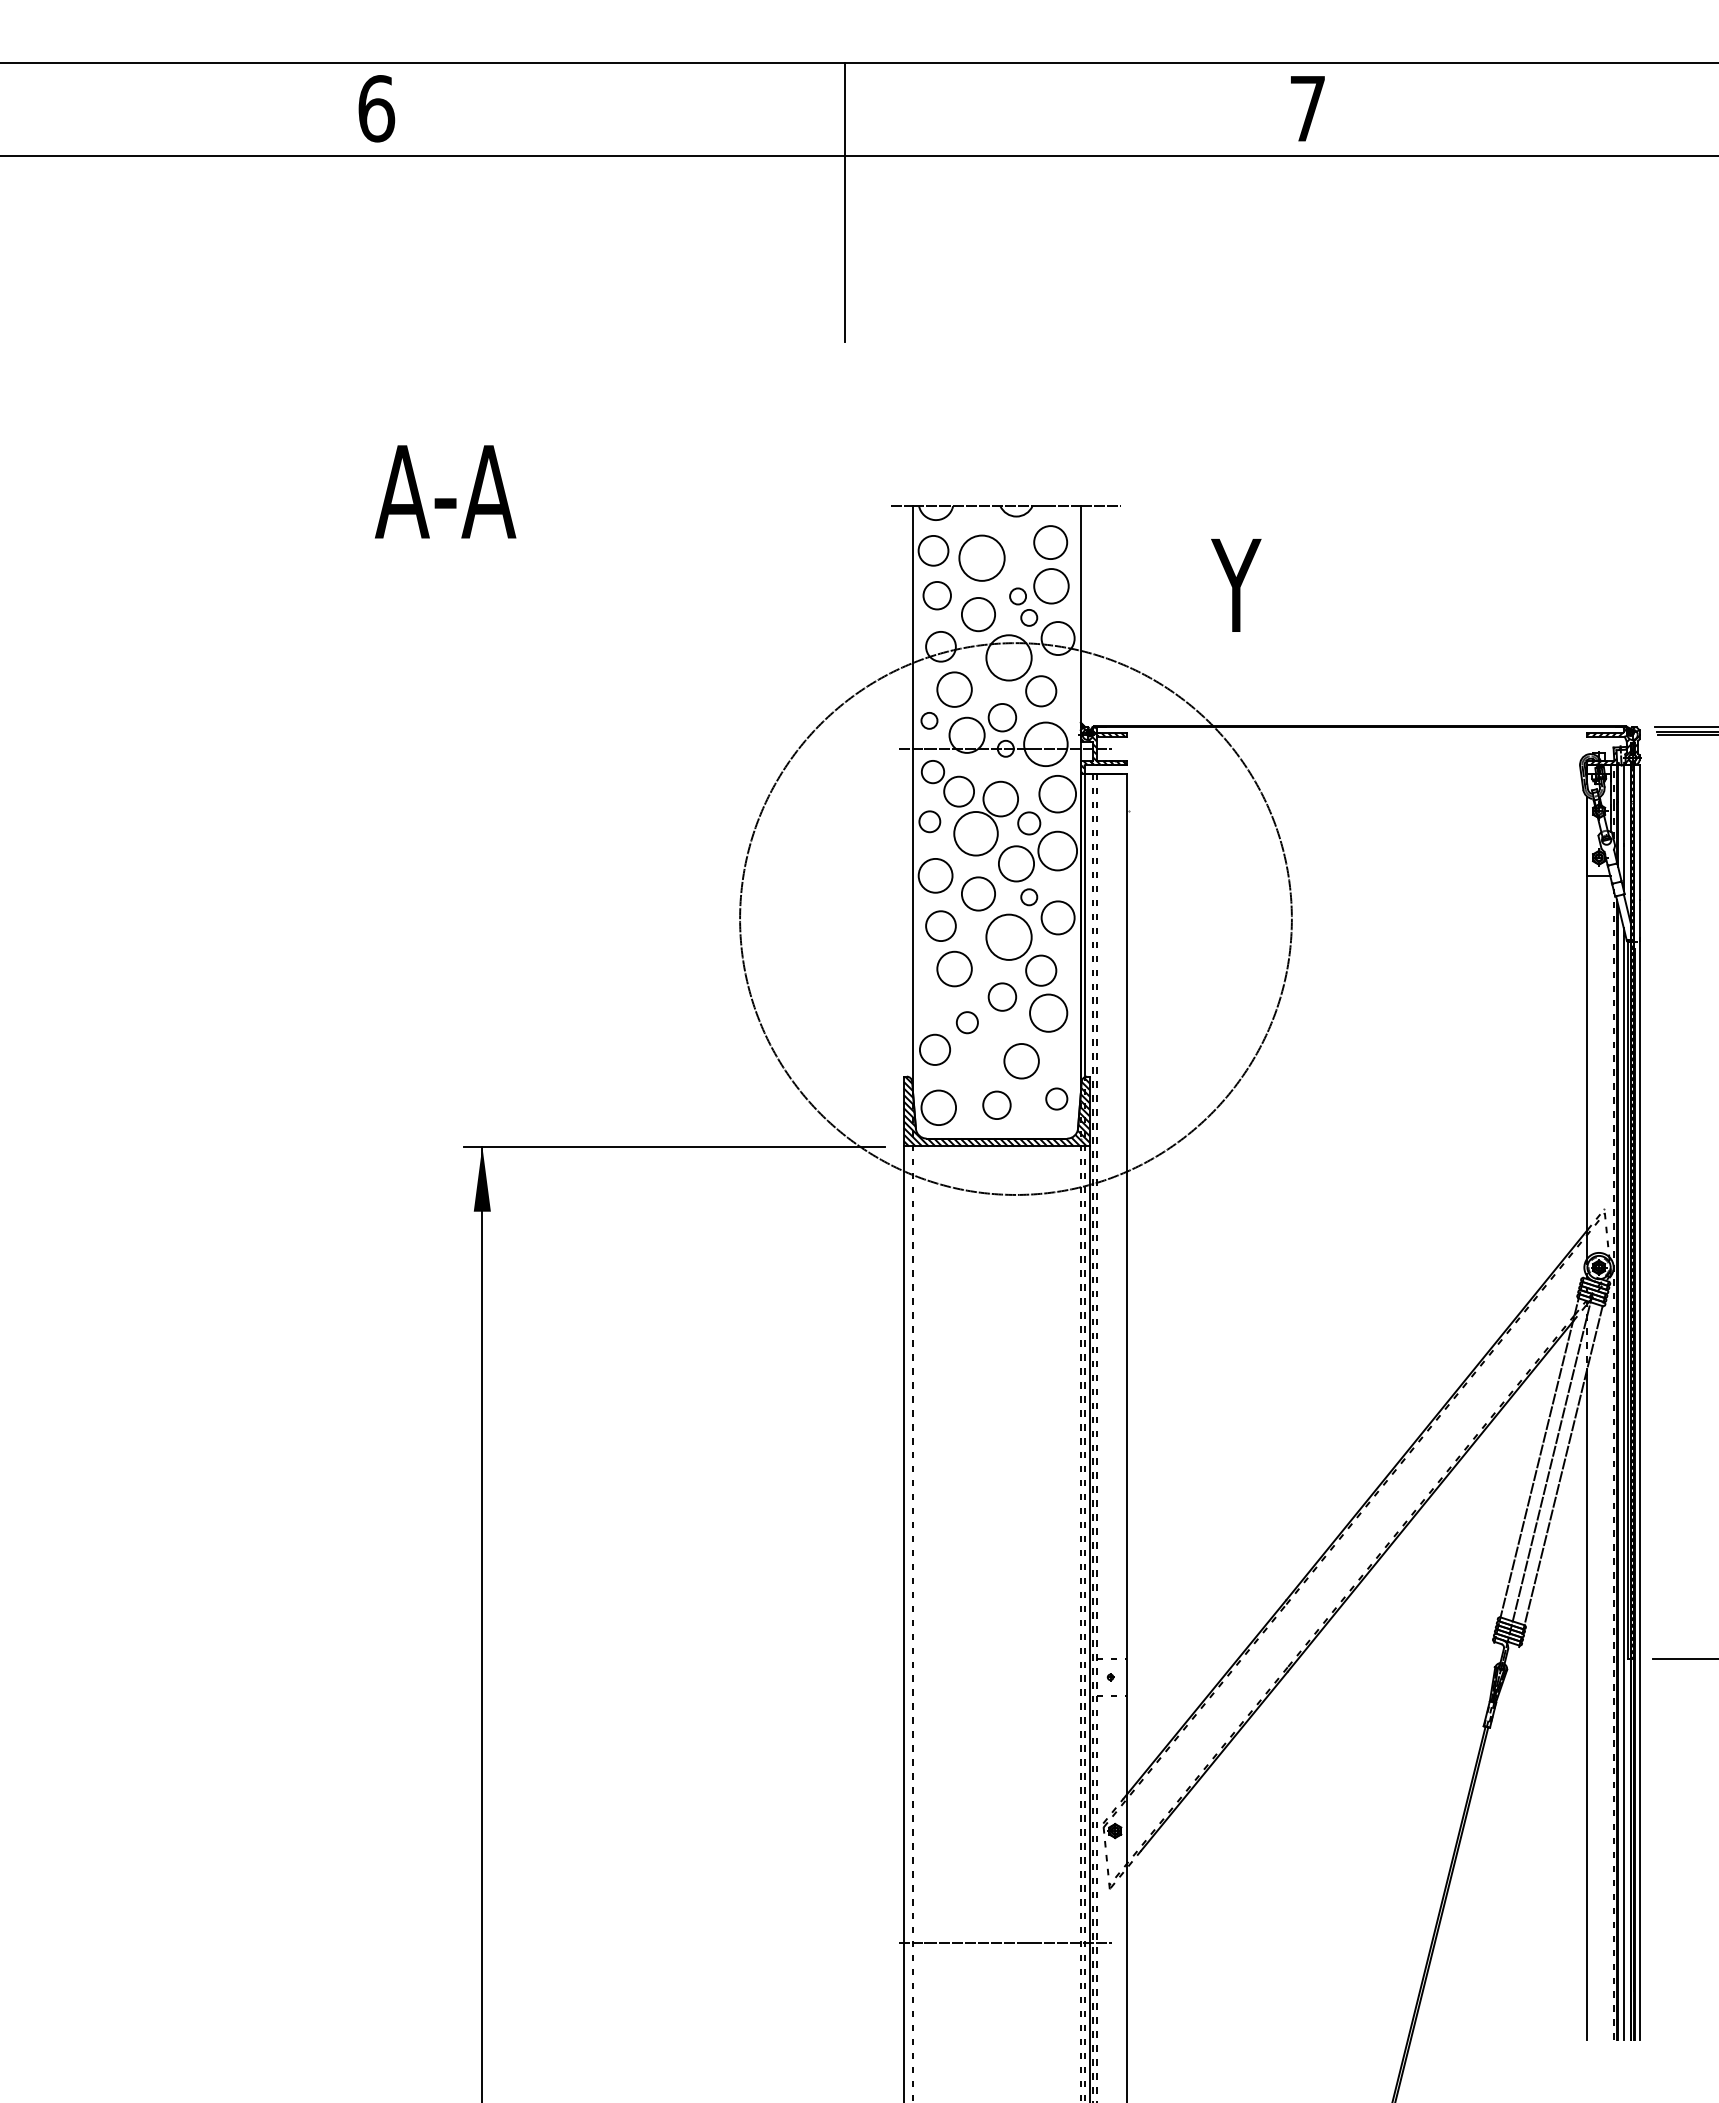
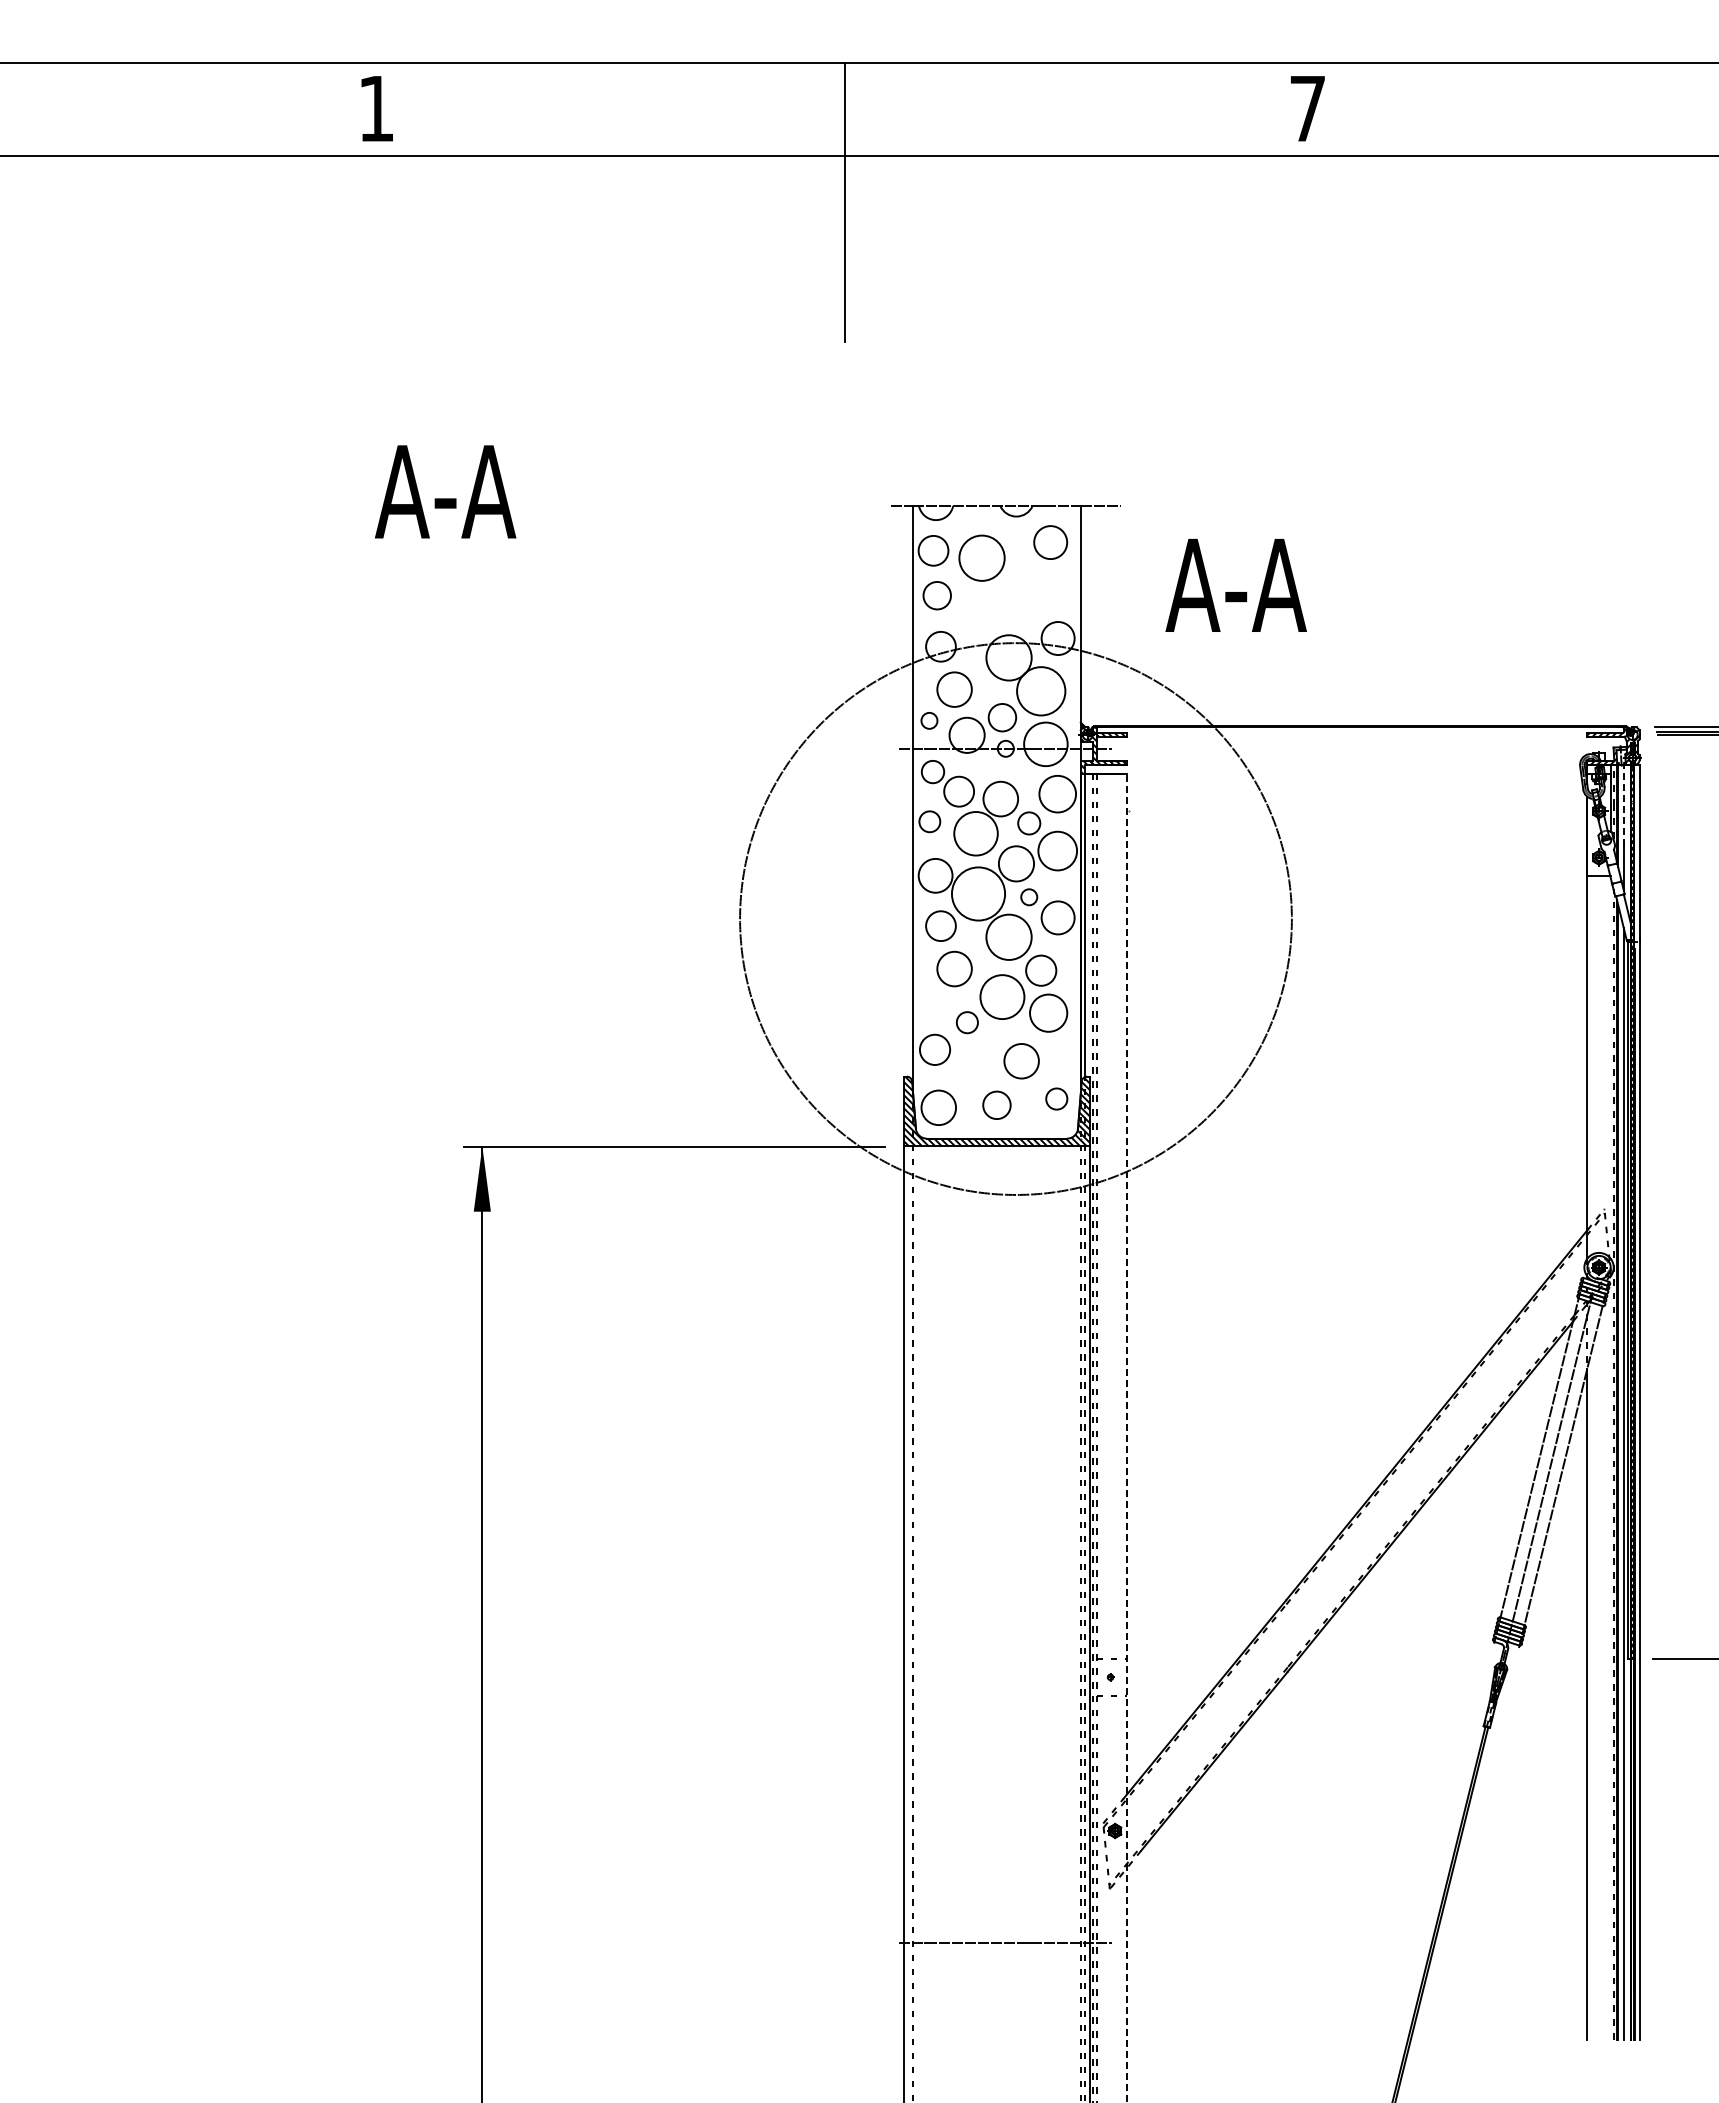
text at (376, 108): 6 -> 1
text at (1235, 584): Y -> A-A
part at (1039, 597): present -> none
circle at (978, 614): present -> none
circle at (1041, 691) diameter: 30 px -> 48 px
line at (1623, 805): solid -> dashed
circle at (978, 893) diameter: 33 px -> 53 px
circle at (1002, 996) diameter: 27 px -> 44 px
line at (1127, 1437): solid -> dashed
